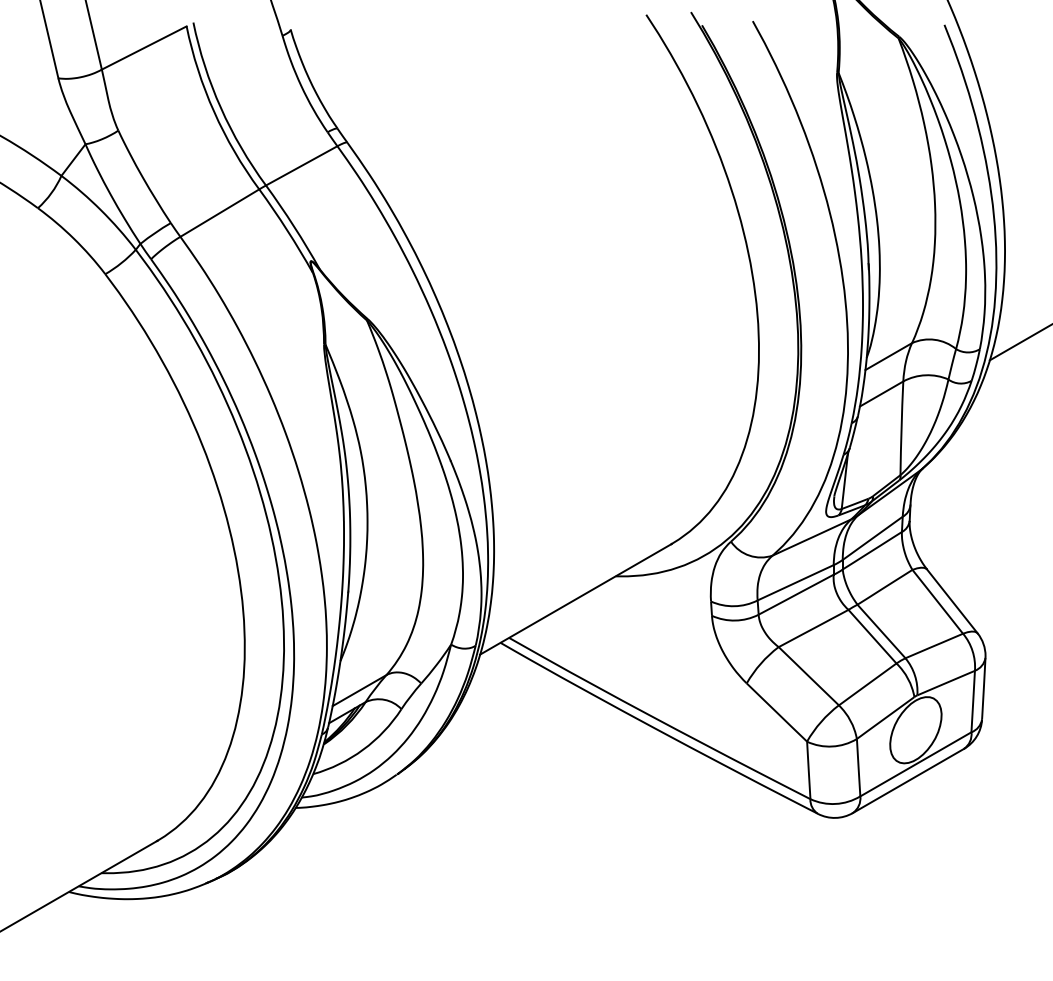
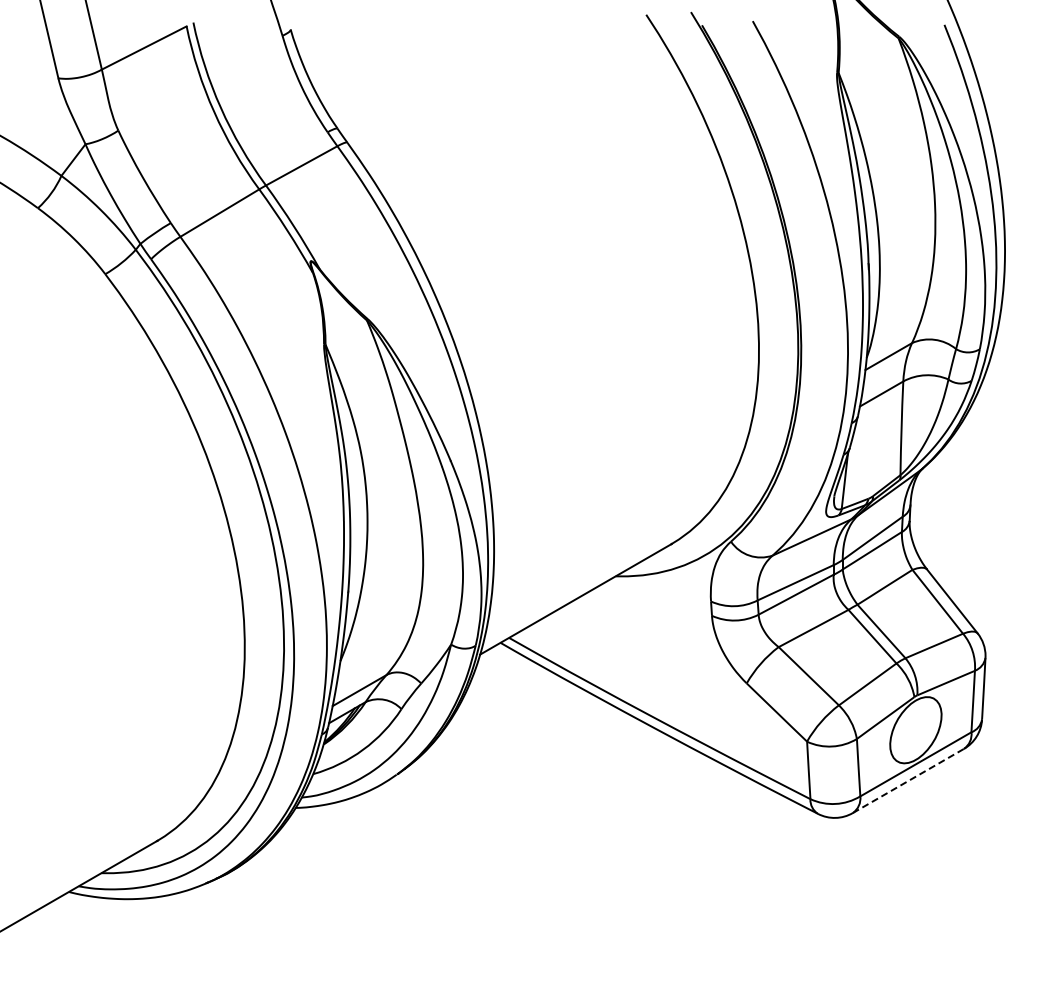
line at (1019, 342): present -> none
line at (908, 780): solid -> dashed
